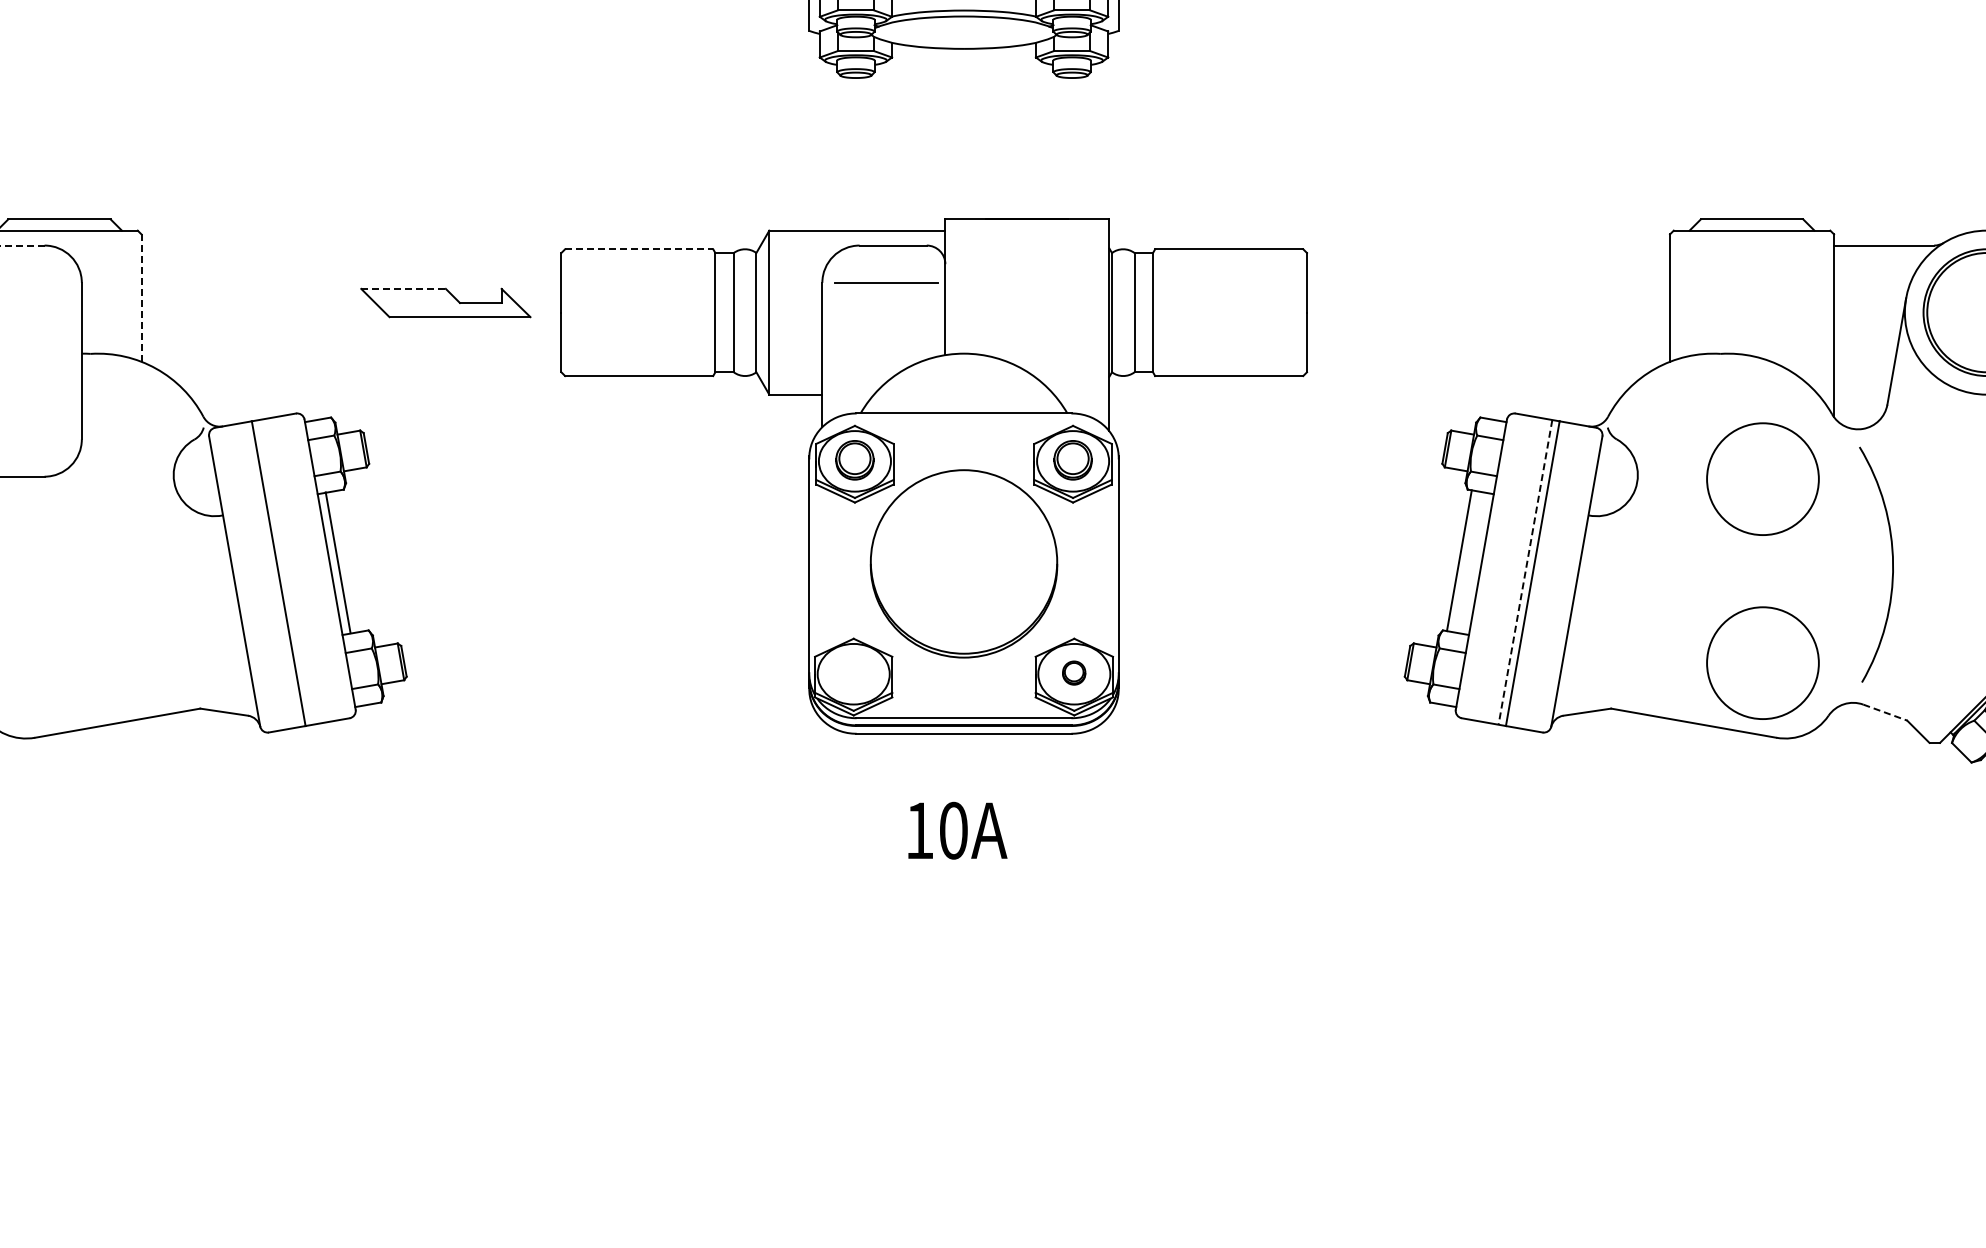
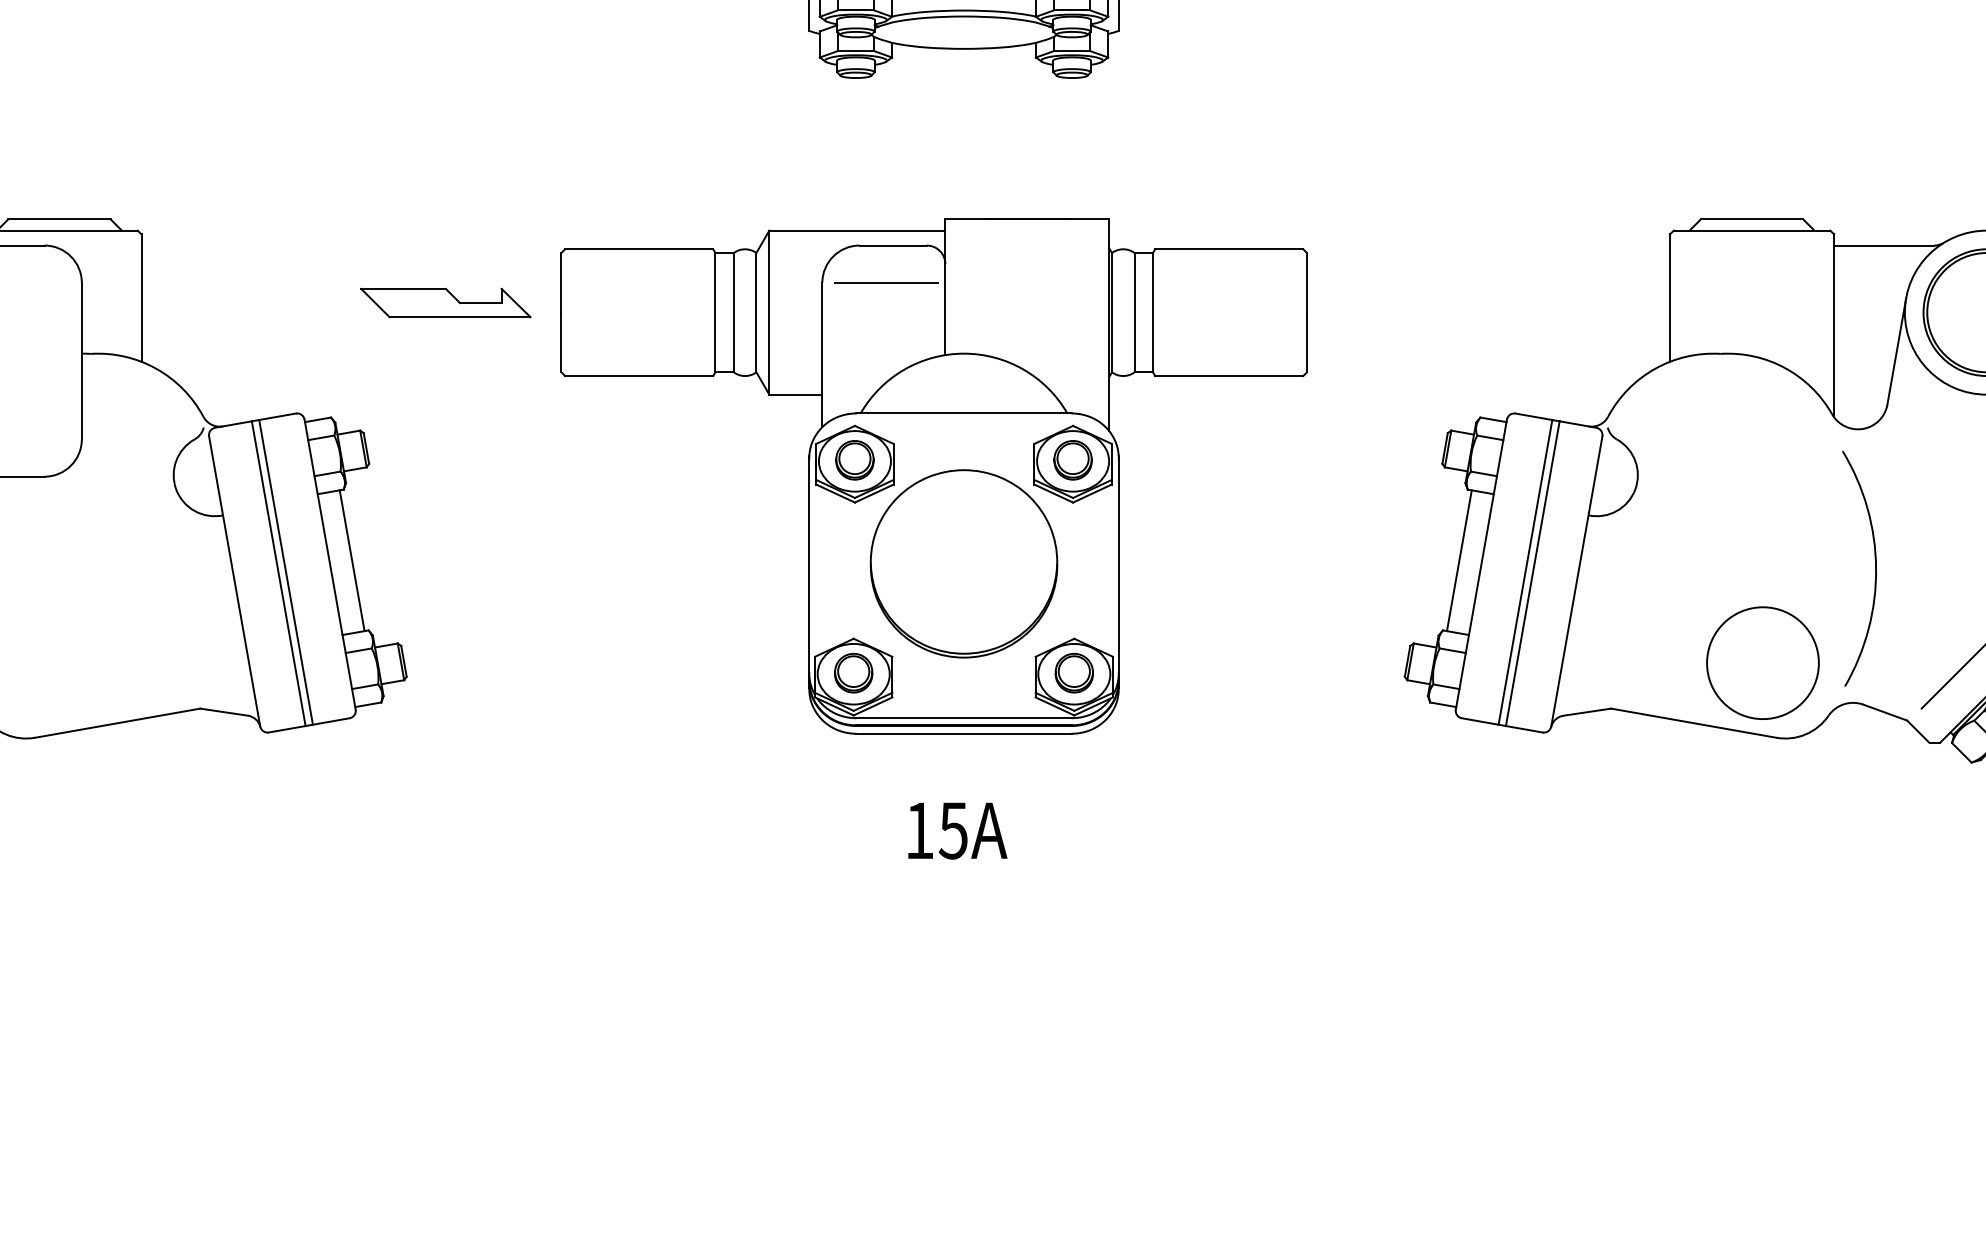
line at (22, 245): dashed -> solid
line at (639, 249): dashed -> solid
line at (404, 288): dashed -> solid
line at (141, 298): dashed -> solid
circle at (1762, 478): present -> none
line at (337, 562) position: (337, 562) -> (351, 560)
arc at (1892, 564) position: (1892, 564) -> (1875, 568)
line at (285, 571): none -> present
line at (1525, 572): dashed -> solid
part at (853, 672): none -> present
part at (1074, 672) size: 25x26 px -> 40x42 px
line at (1951, 677): none -> present
line at (1885, 712): dashed -> solid
text at (952, 830): 10A -> 15A
